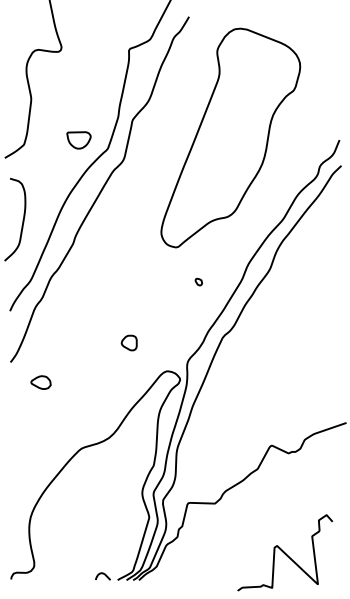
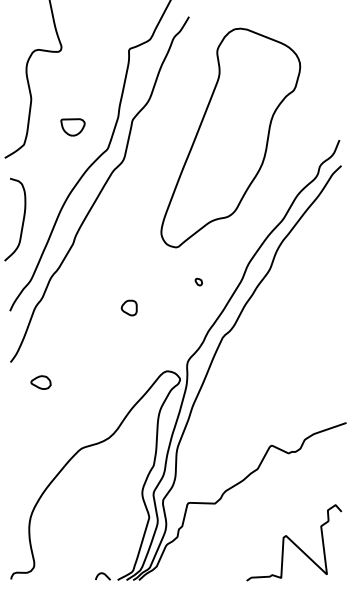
part at (78, 140) position: (78, 140) -> (72, 127)
part at (128, 342) position: (128, 342) -> (128, 307)
curve at (285, 552) position: (285, 552) -> (294, 542)
